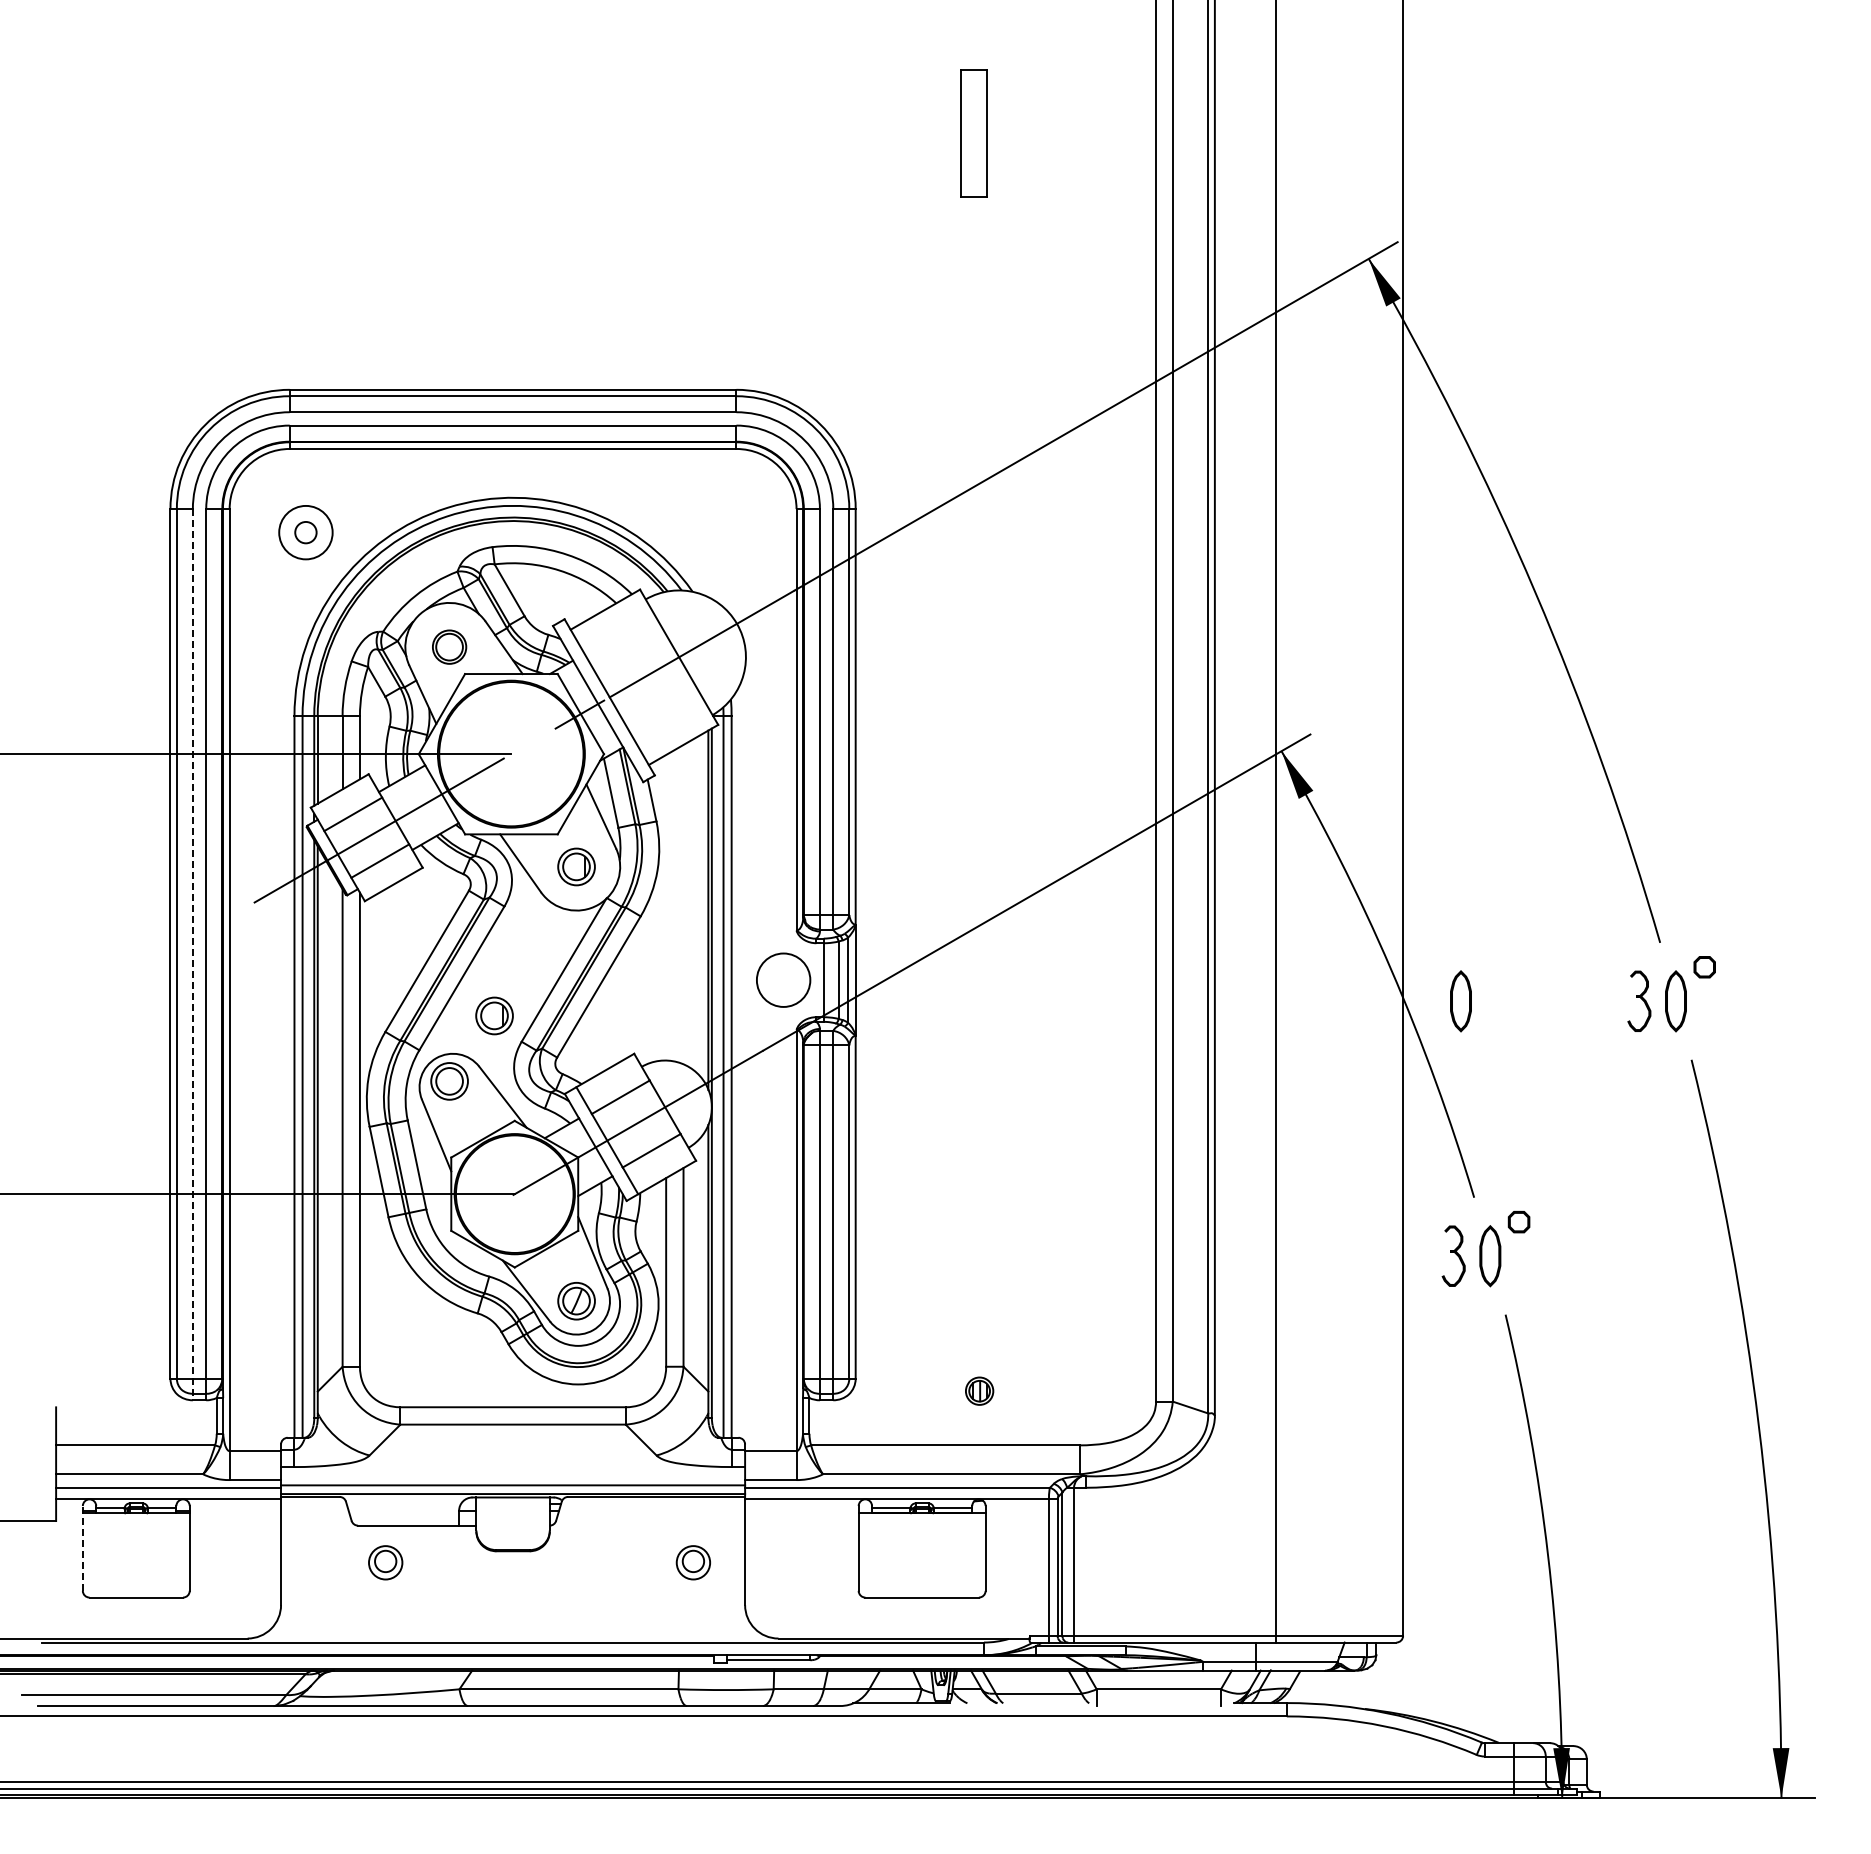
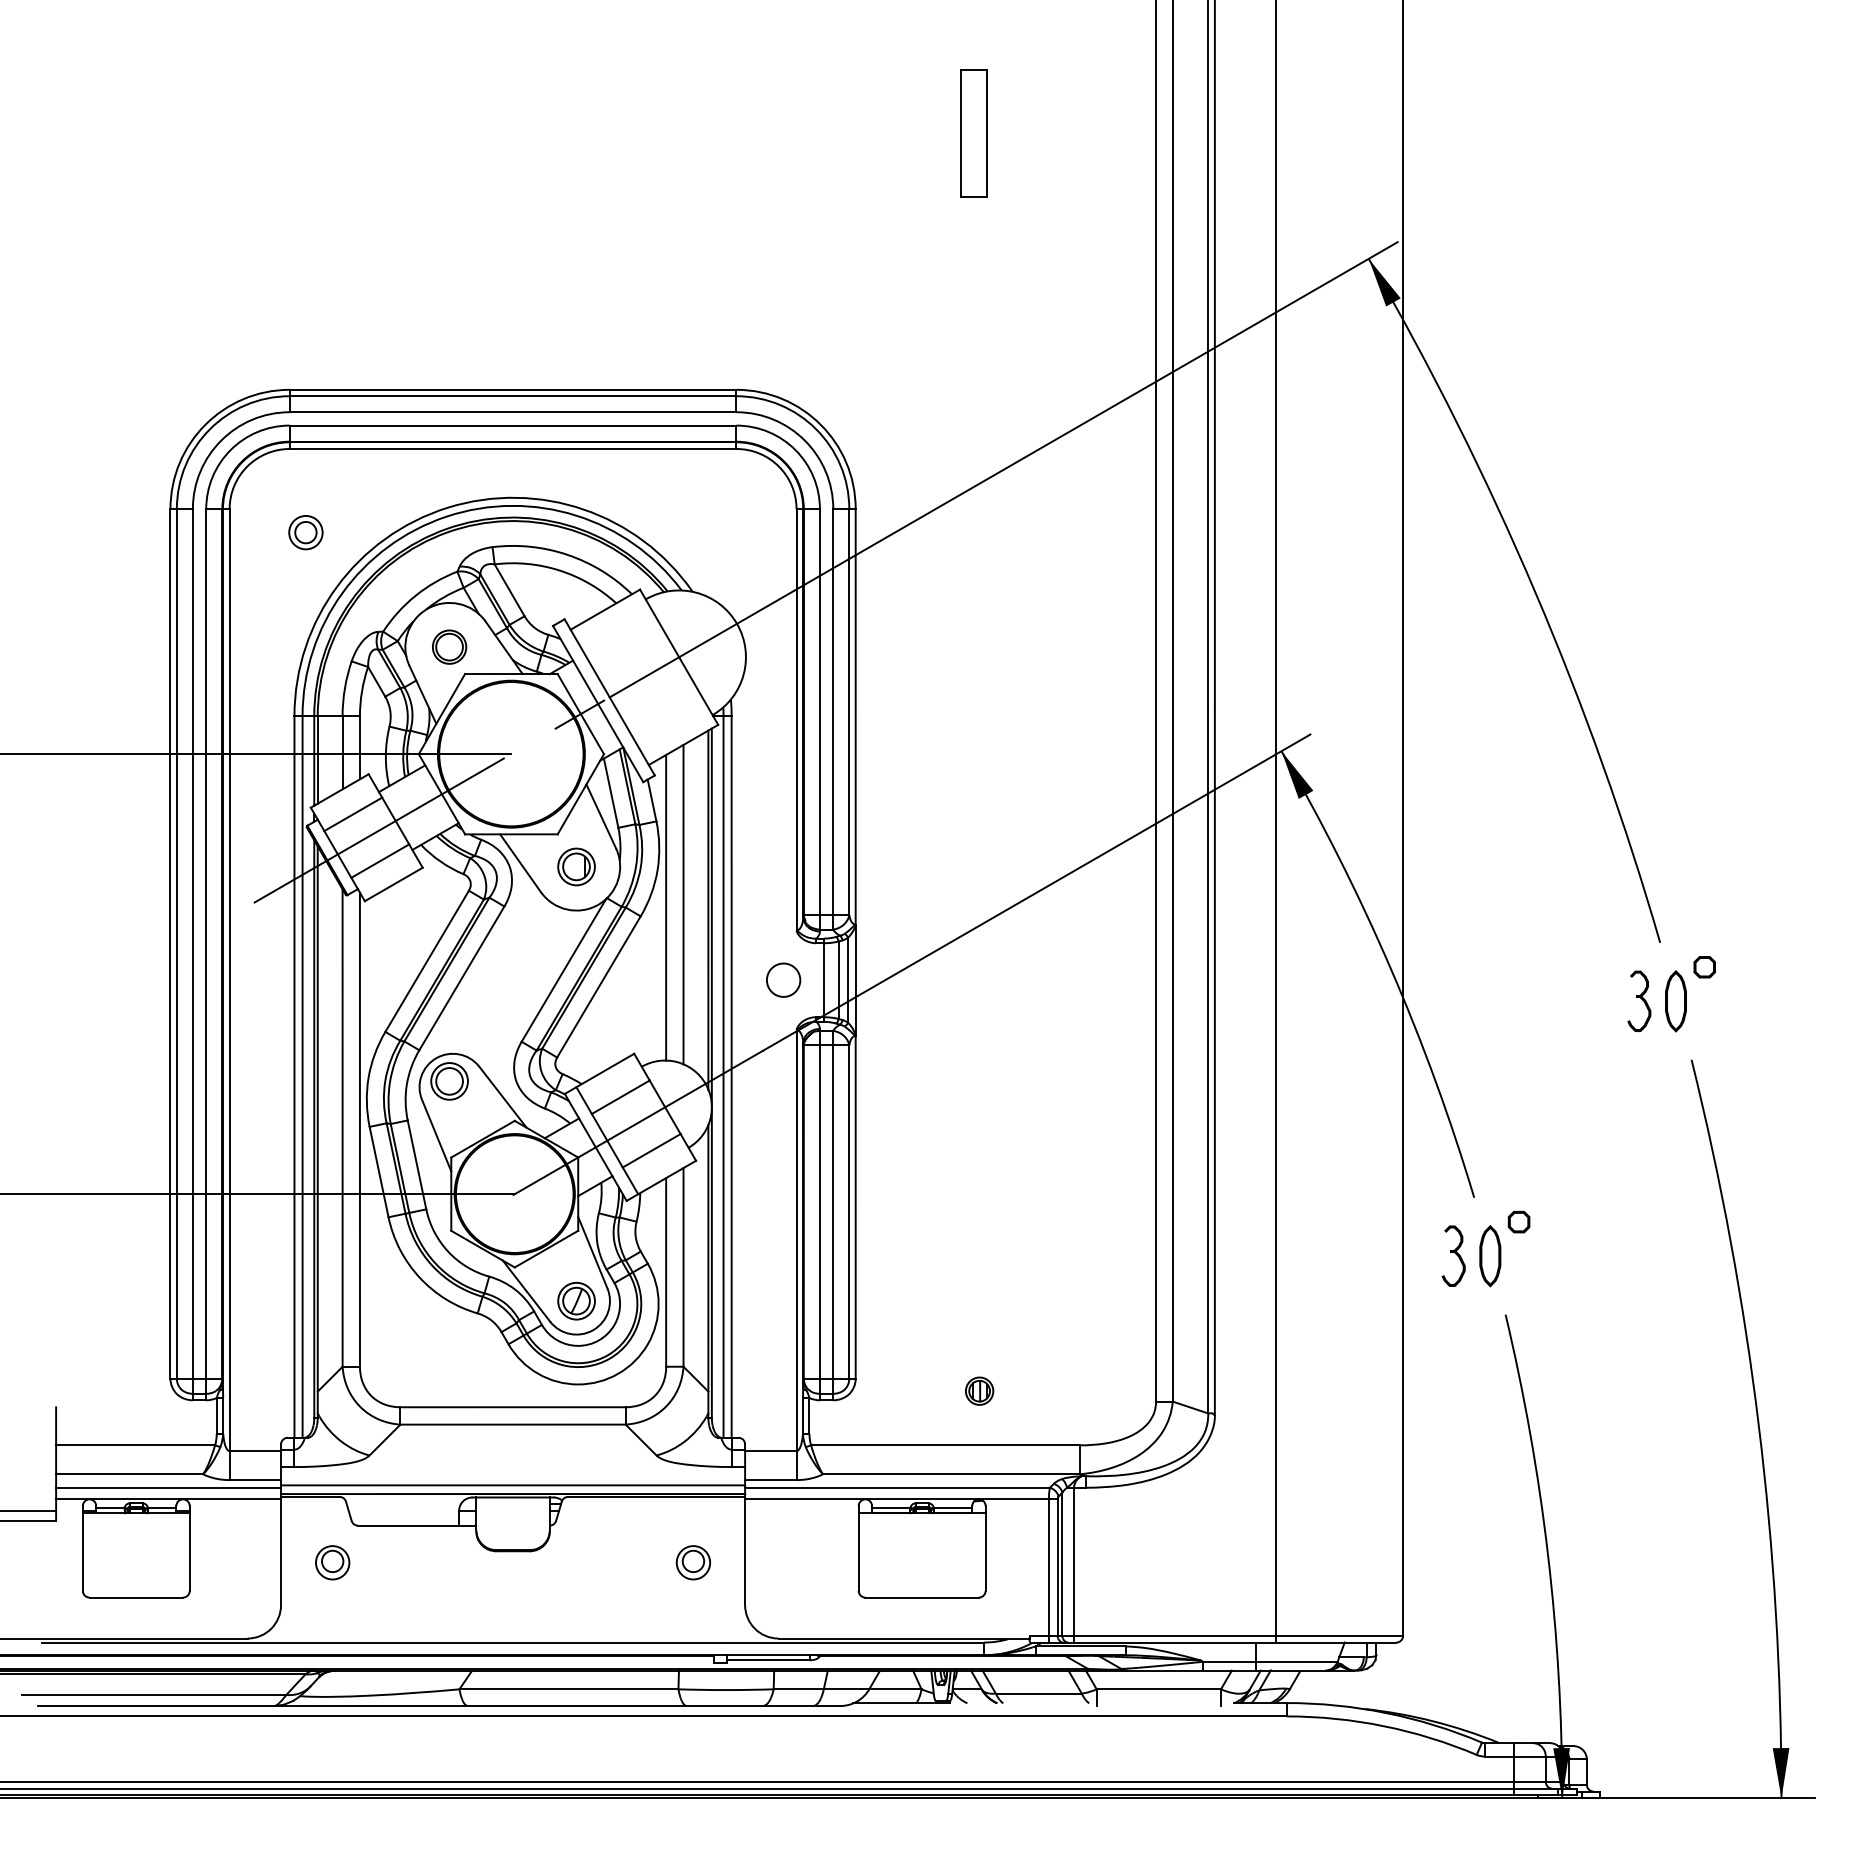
circle at (305, 532) diameter: 53 px -> 33 px
line at (683, 904): none -> present
line at (666, 907): none -> present
line at (192, 954): dashed -> solid
circle at (783, 979) diameter: 53 px -> 33 px
part at (1460, 1001): present -> none
part at (494, 1015): present -> none
line at (29, 1510): none -> present
line at (82, 1547): dashed -> solid
part at (385, 1562) position: (385, 1562) -> (332, 1562)
